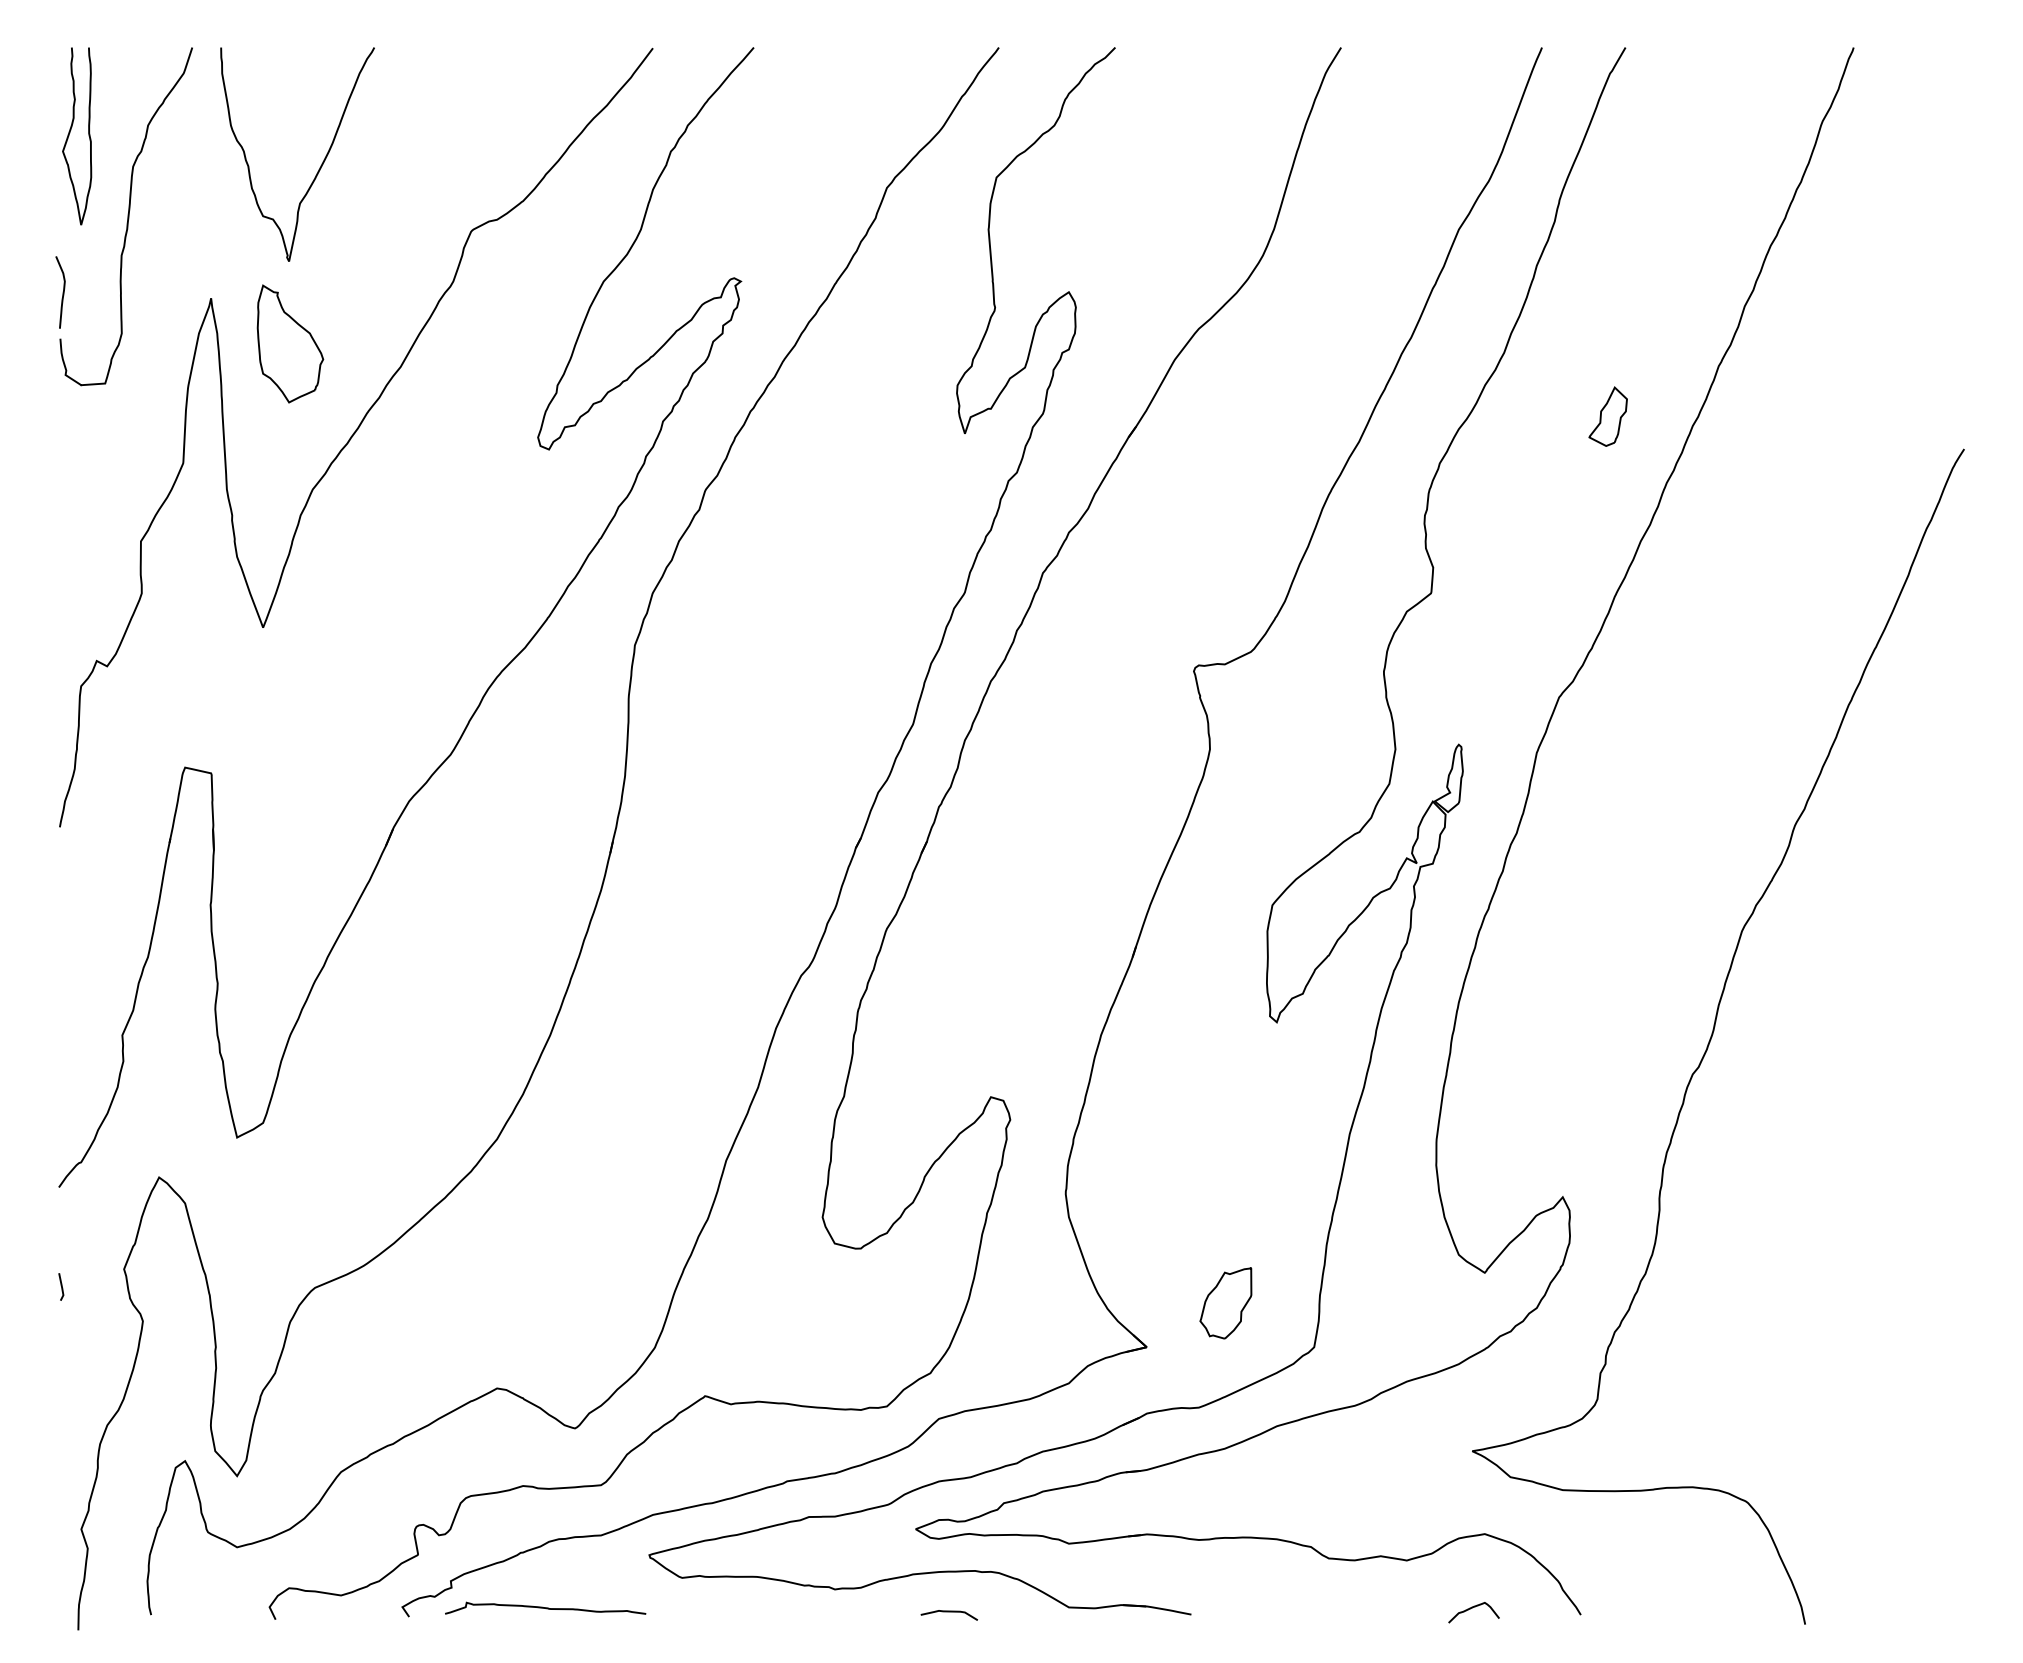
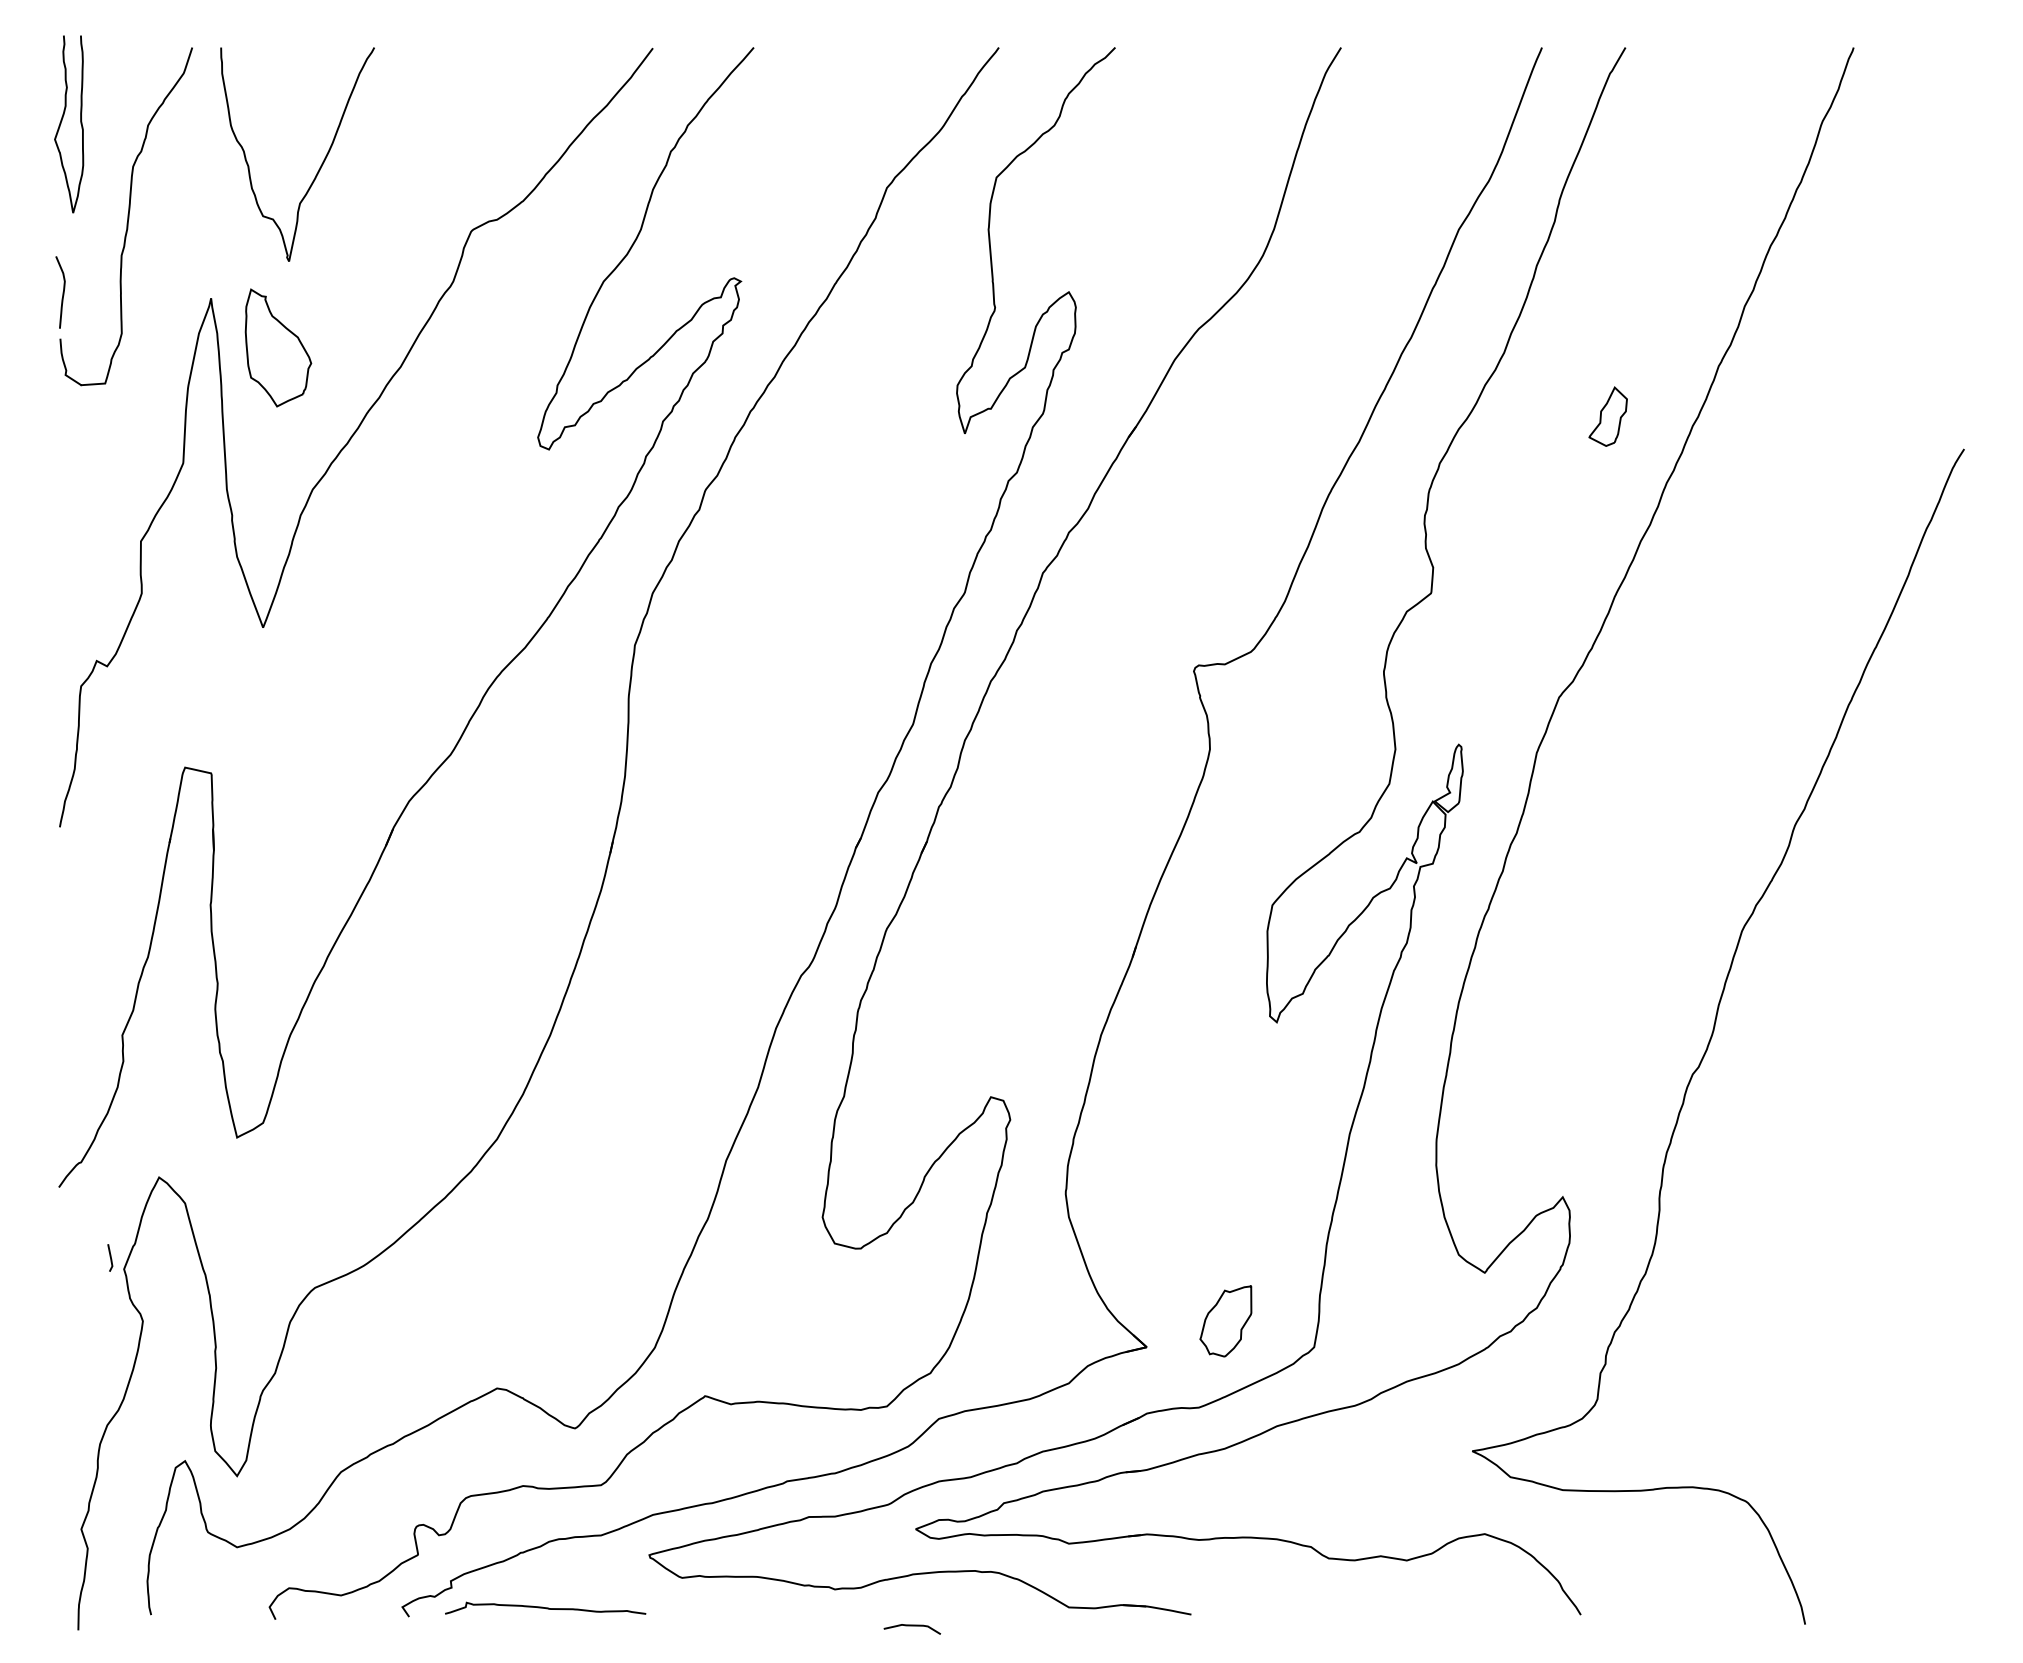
curve at (70, 133) position: (70, 133) -> (62, 121)
part at (290, 343) position: (290, 343) -> (278, 347)
line at (61, 1286) position: (61, 1286) -> (110, 1257)
part at (1225, 1303) position: (1225, 1303) -> (1225, 1321)
curve at (1472, 1608): present -> none
curve at (948, 1612) position: (948, 1612) -> (911, 1626)
